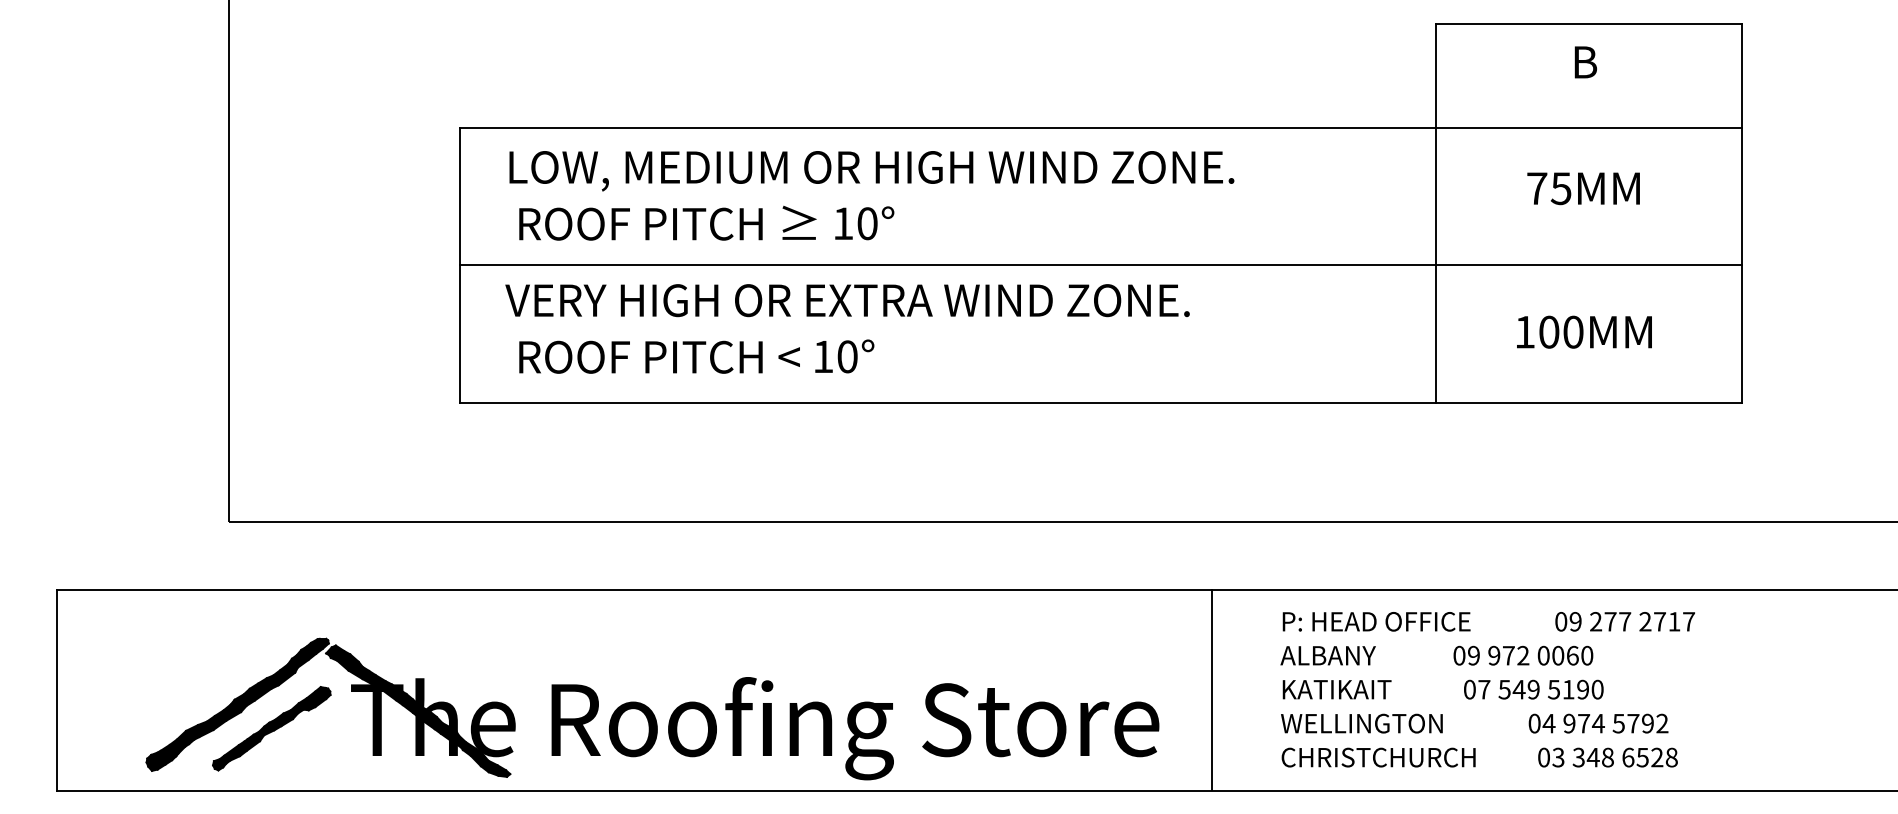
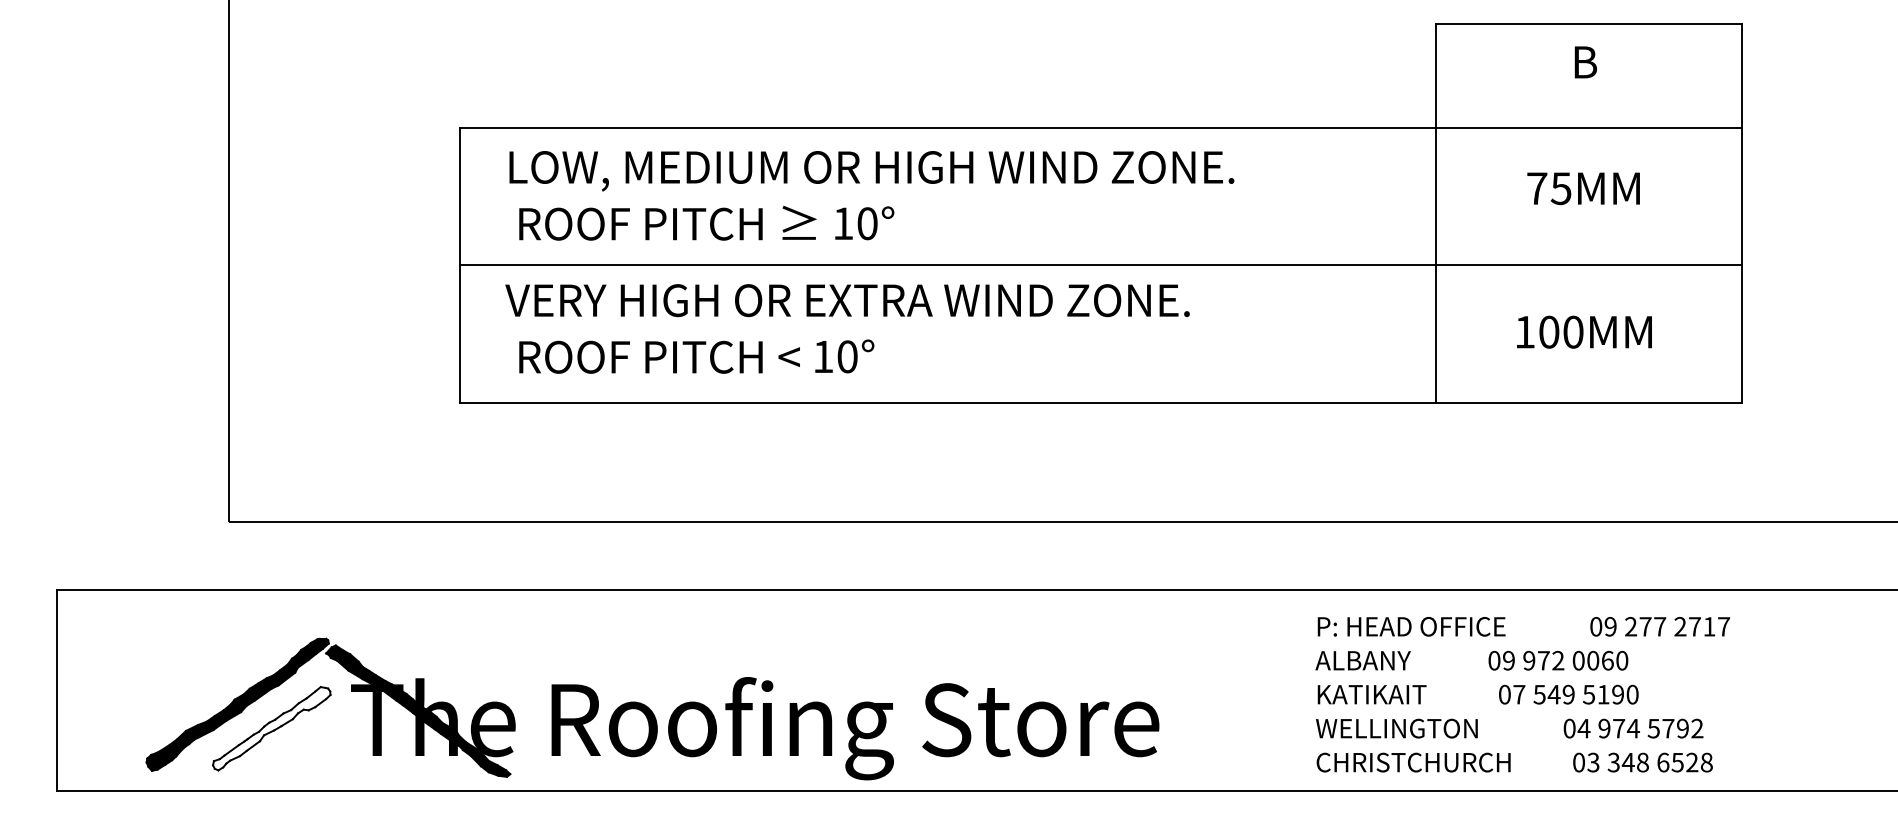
line at (1212, 689): present -> none
text at (1487, 689) position: (1487, 689) -> (1522, 694)
fill at (271, 728): present -> none
